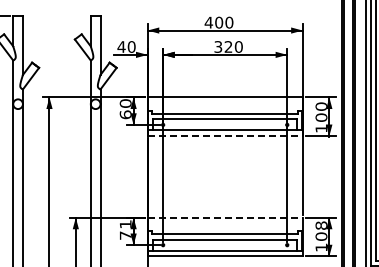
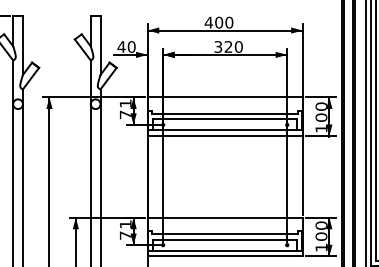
text at (125, 109): 60 -> 71
line at (225, 136): dashed -> solid
line at (225, 217): dashed -> solid
text at (320, 225): 108 -> 100
